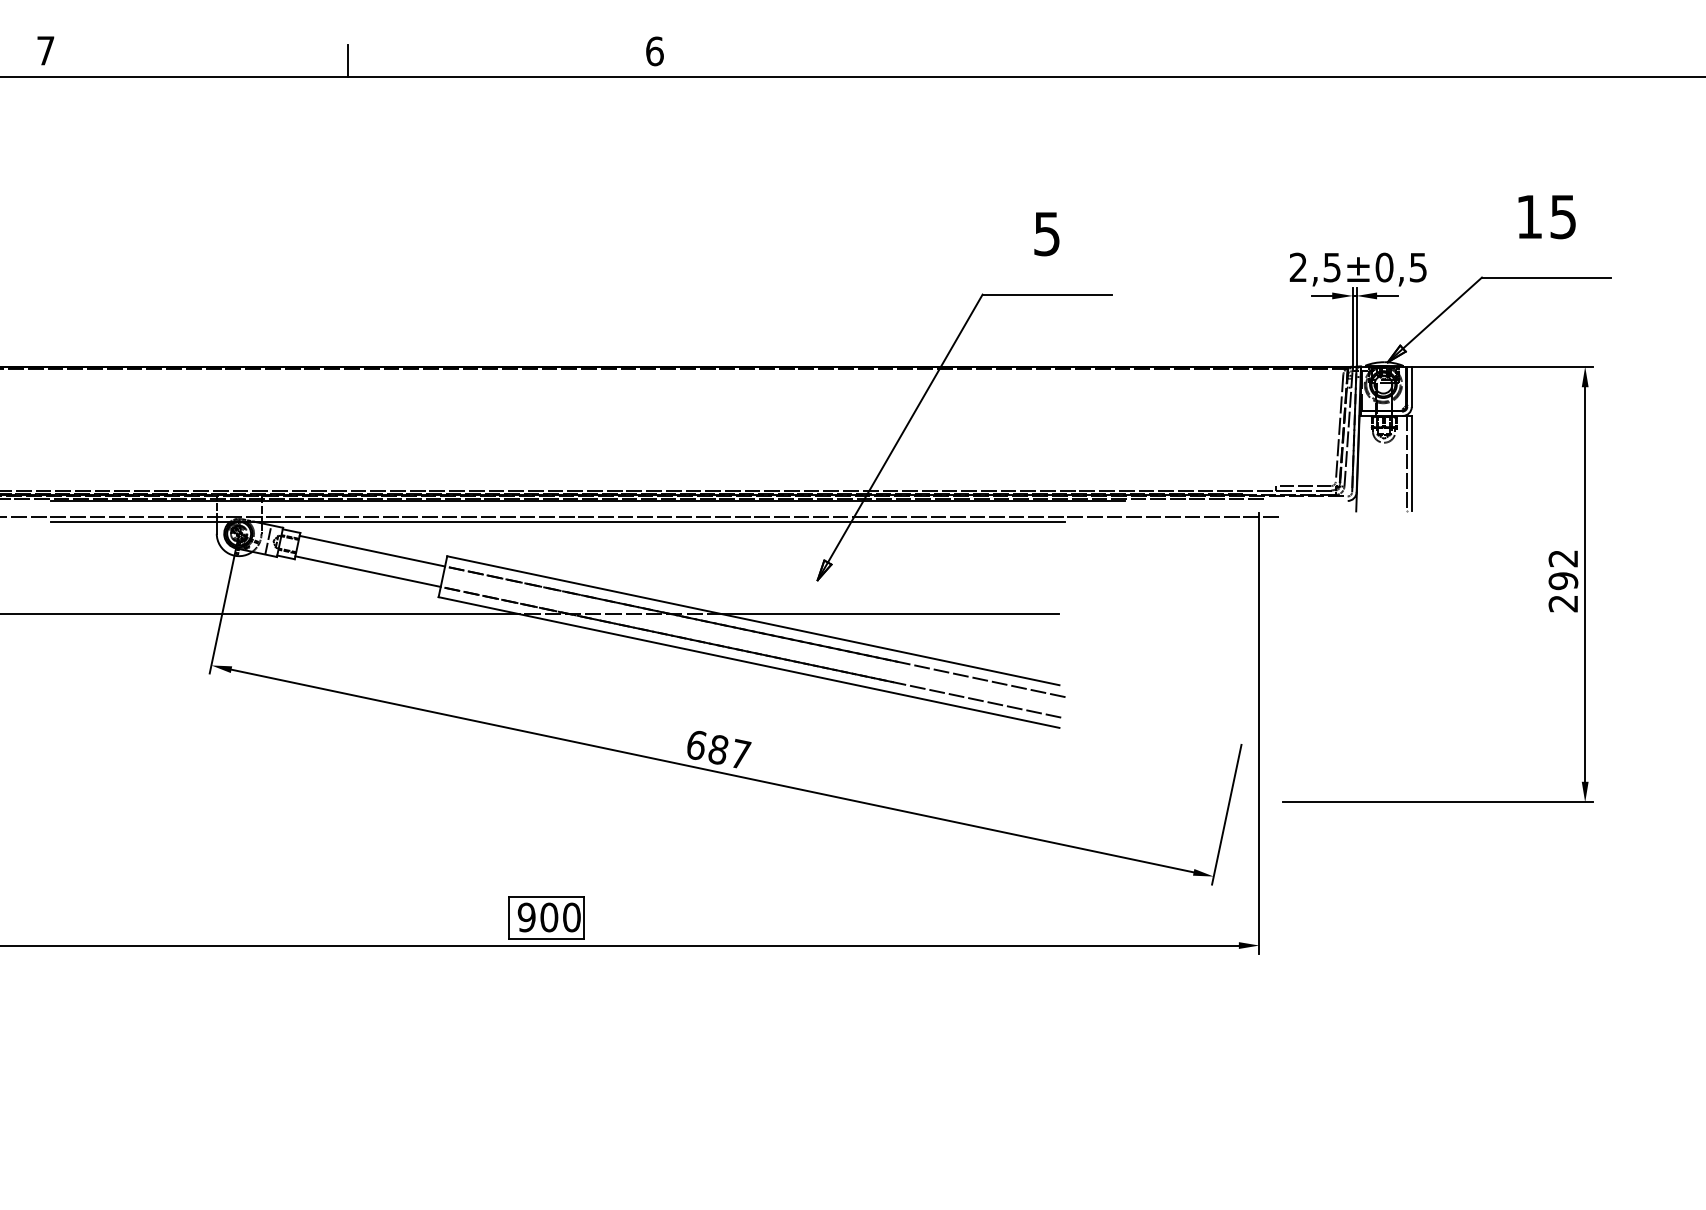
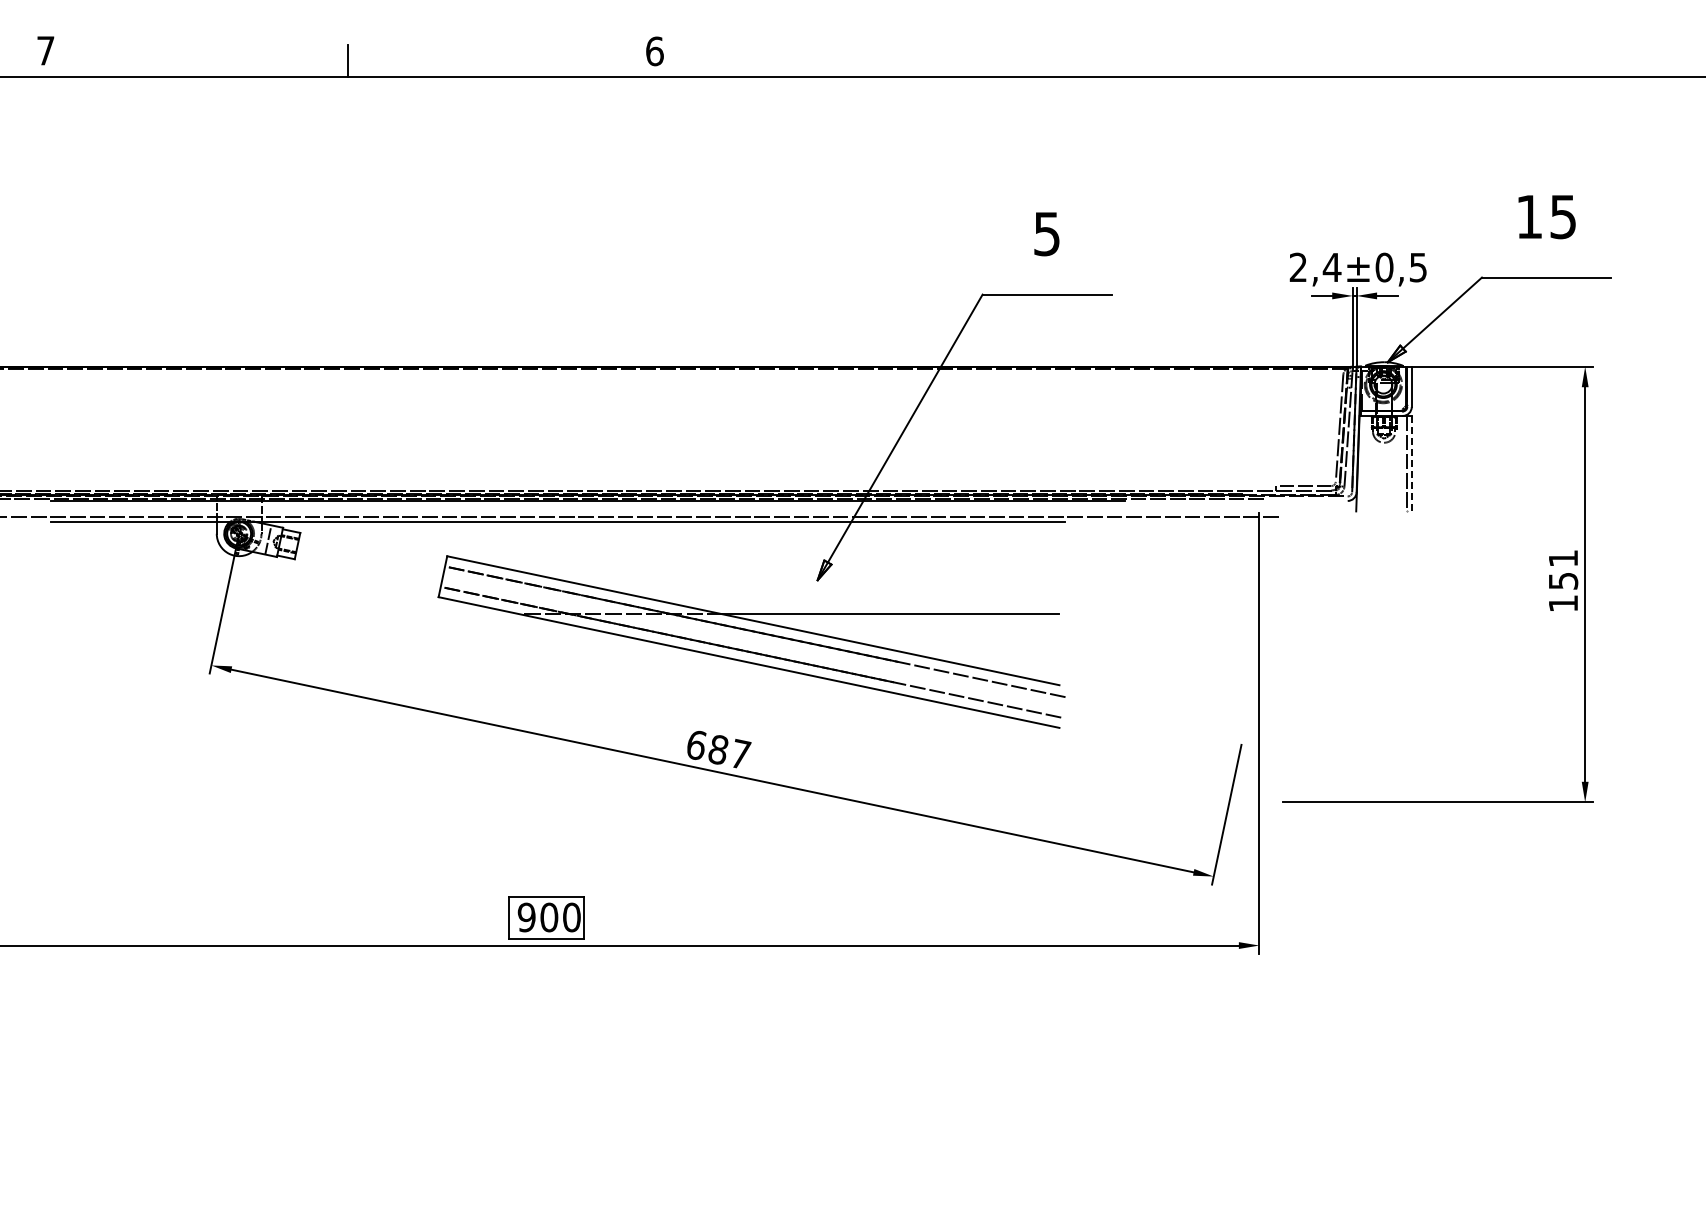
text at (1331, 267): 2,5 -> 2,4
line at (1411, 463): solid -> dashed
line at (372, 550): present -> none
line at (367, 571): present -> none
text at (1563, 581): 292 -> 151
line at (261, 614): present -> none
